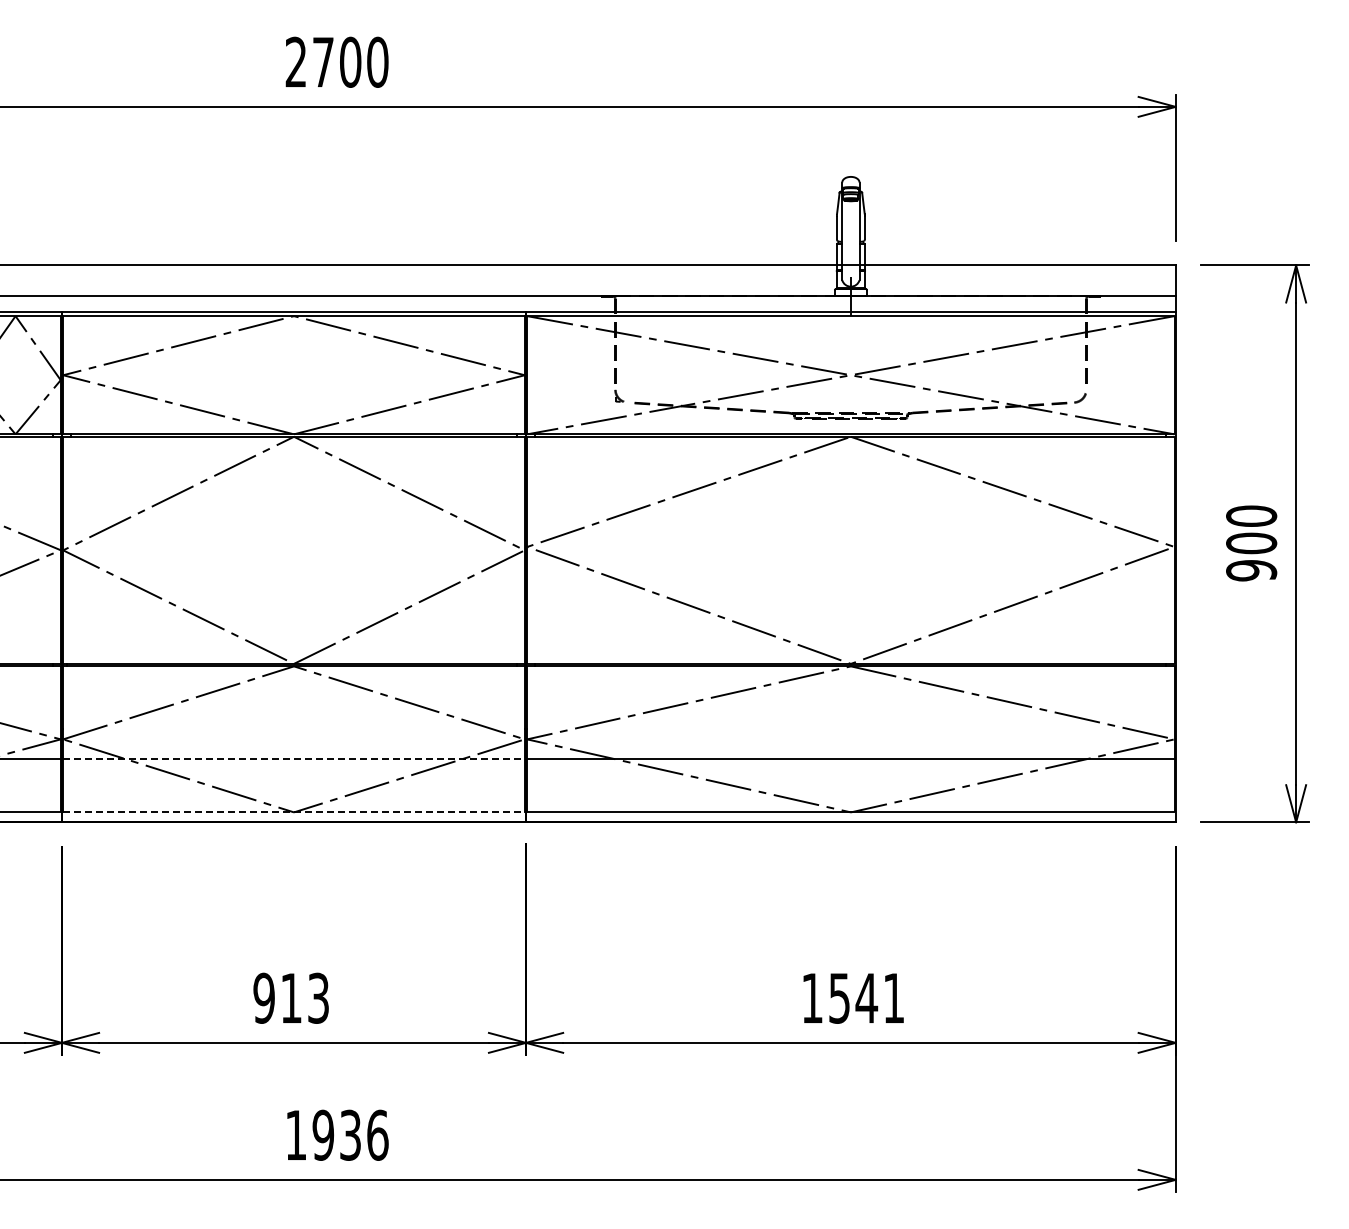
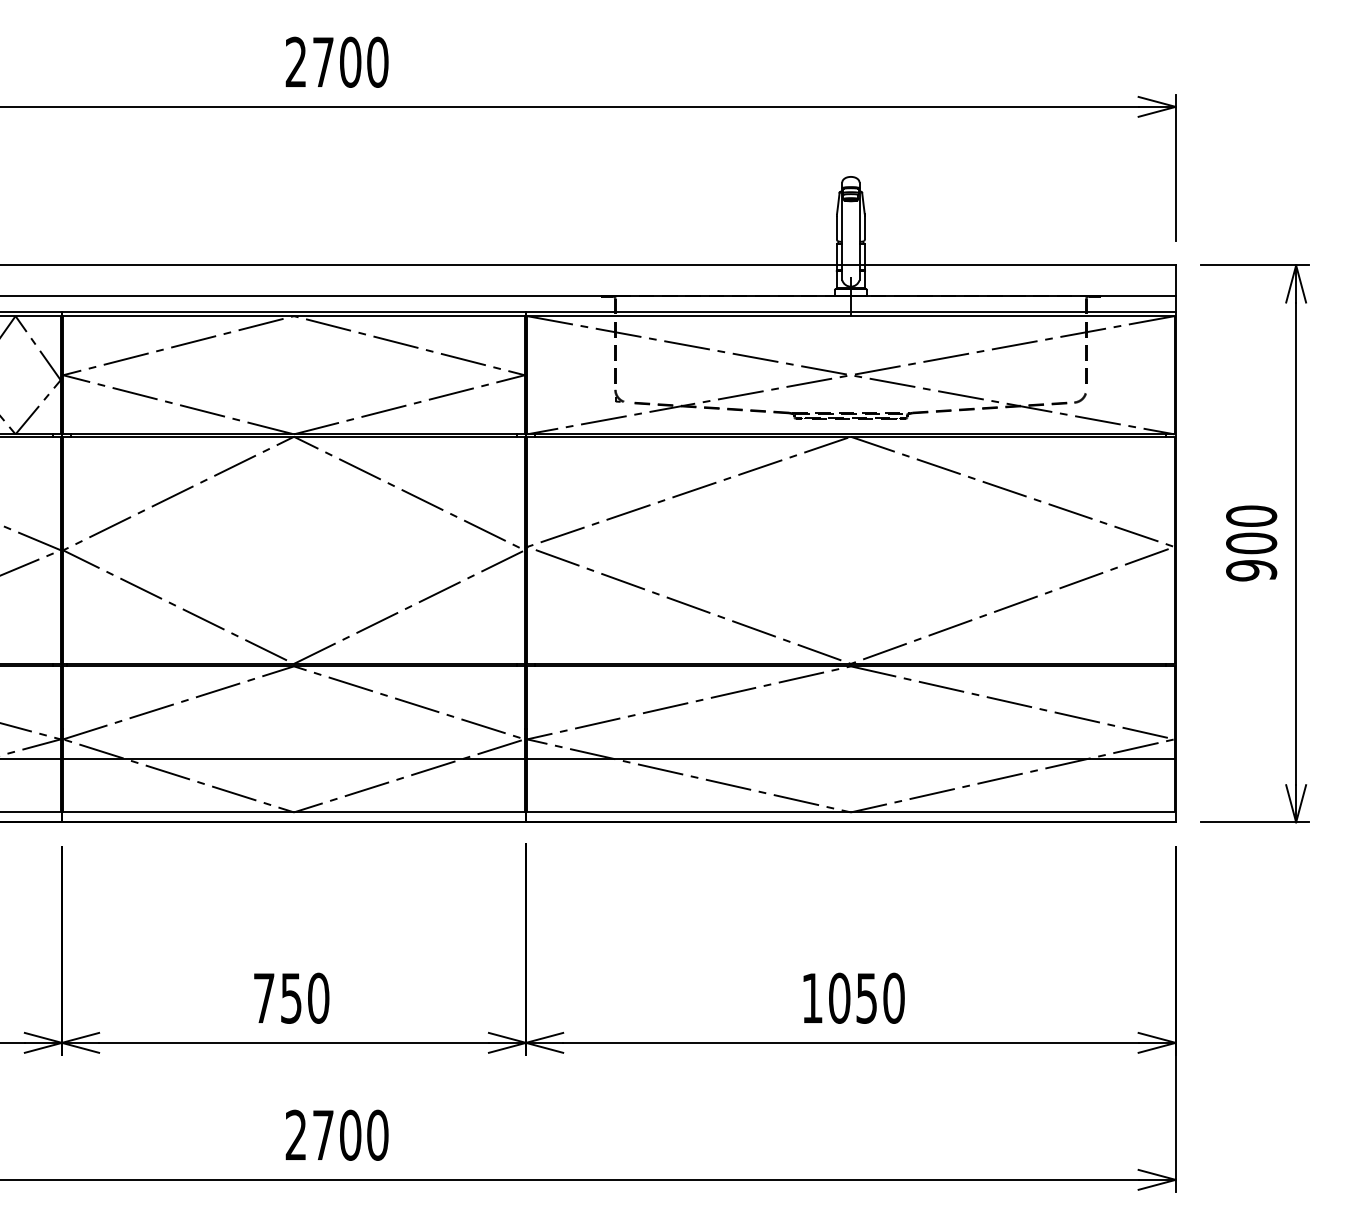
line at (294, 759): dashed -> solid
line at (294, 812): dashed -> solid
text at (291, 997): 913 -> 750
text at (866, 997): 1541 -> 1050
text at (336, 1134): 1936 -> 2700
